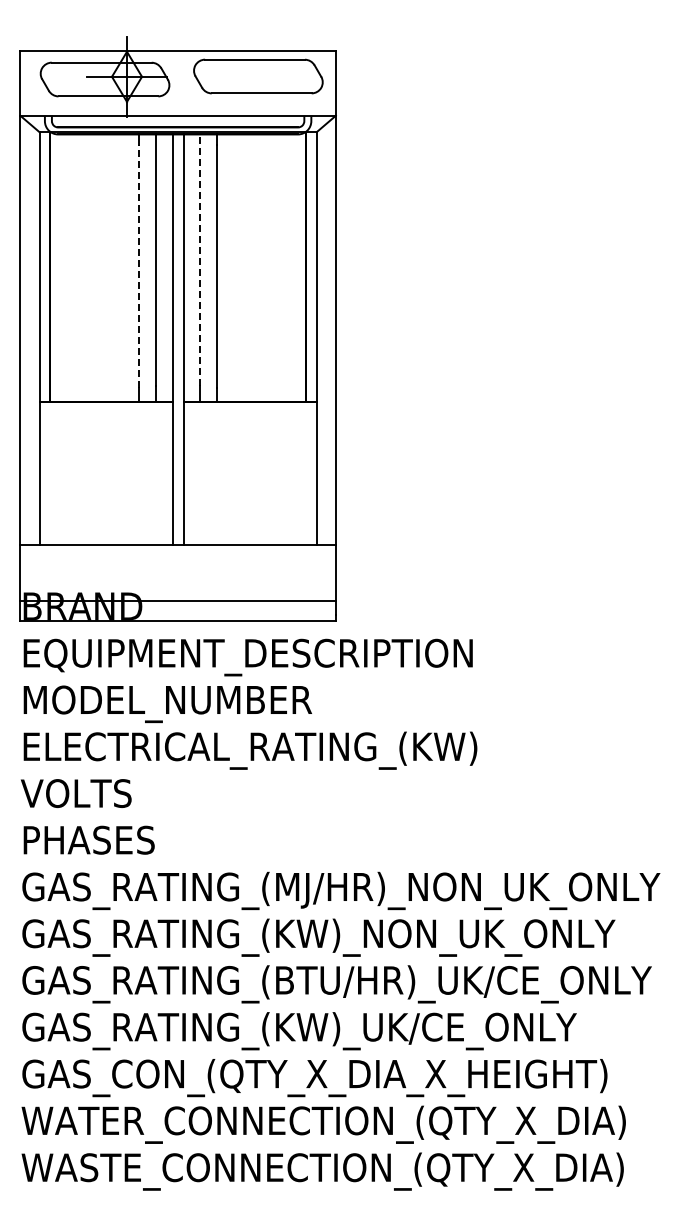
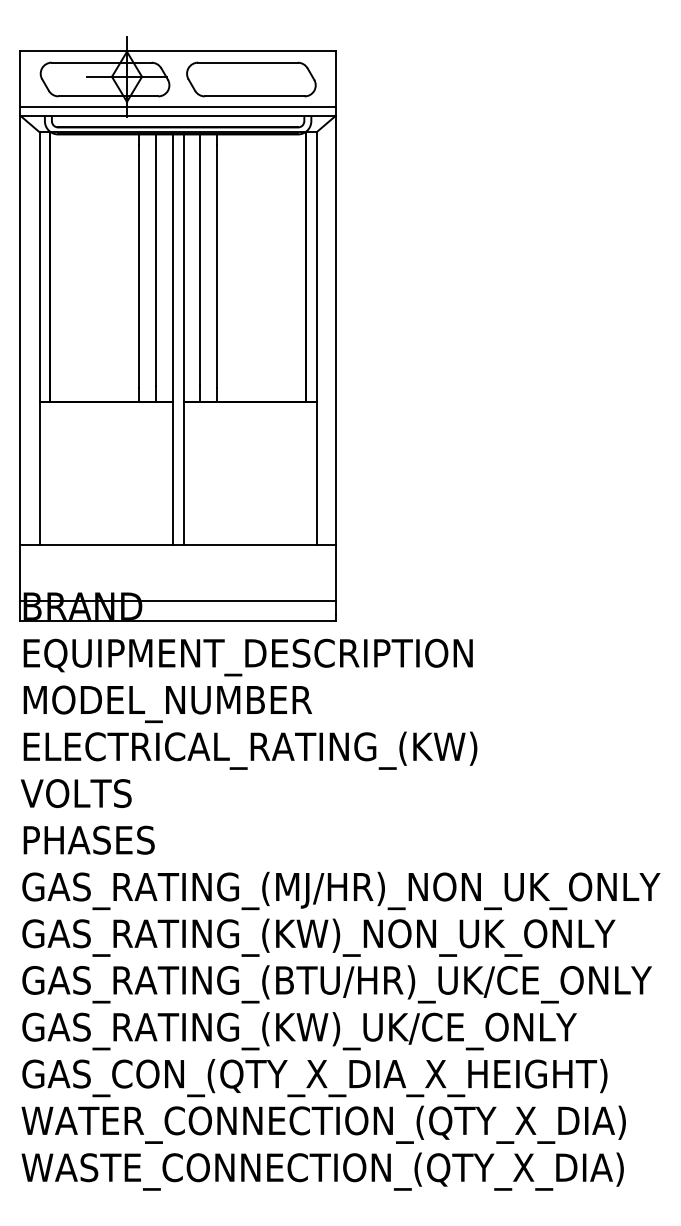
part at (258, 76) position: (258, 76) -> (251, 79)
line at (177, 106): none -> present
line at (200, 260): dashed -> solid
line at (139, 265): dashed -> solid
